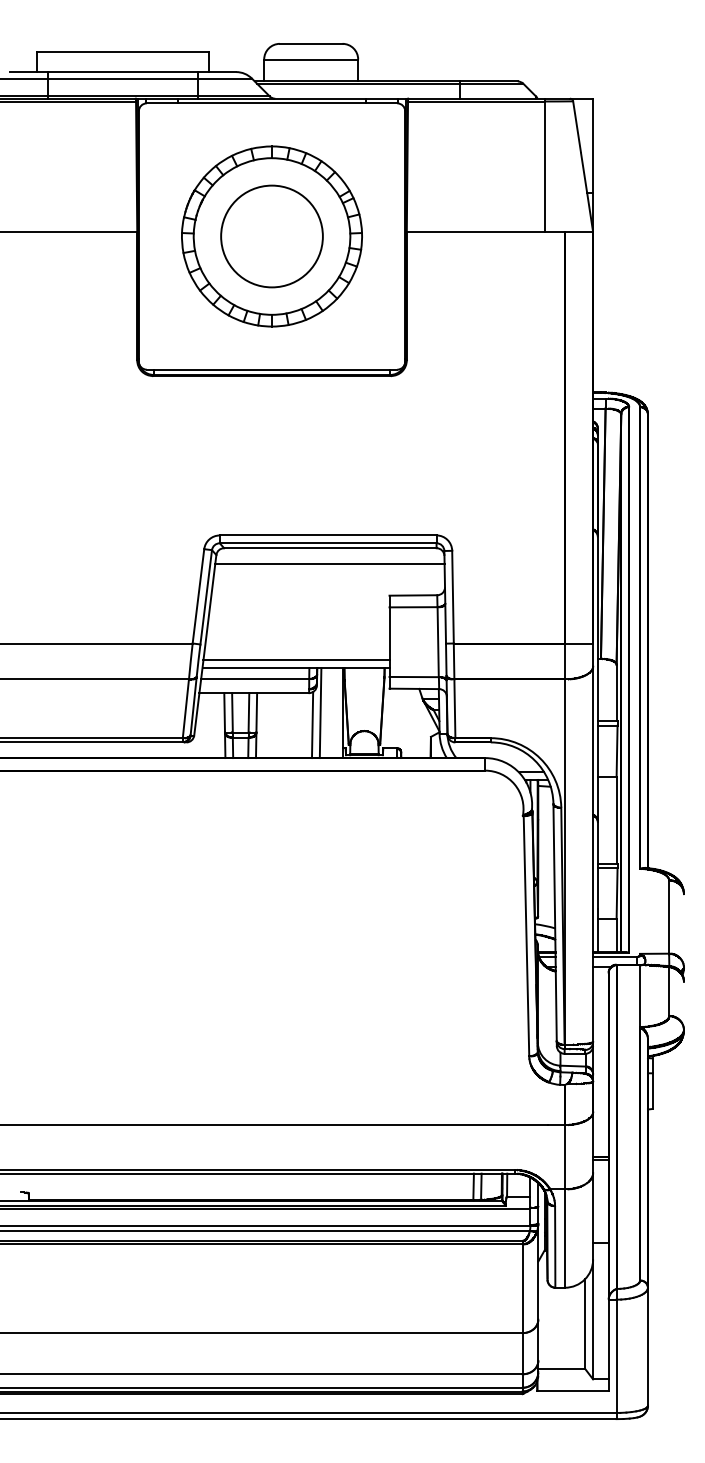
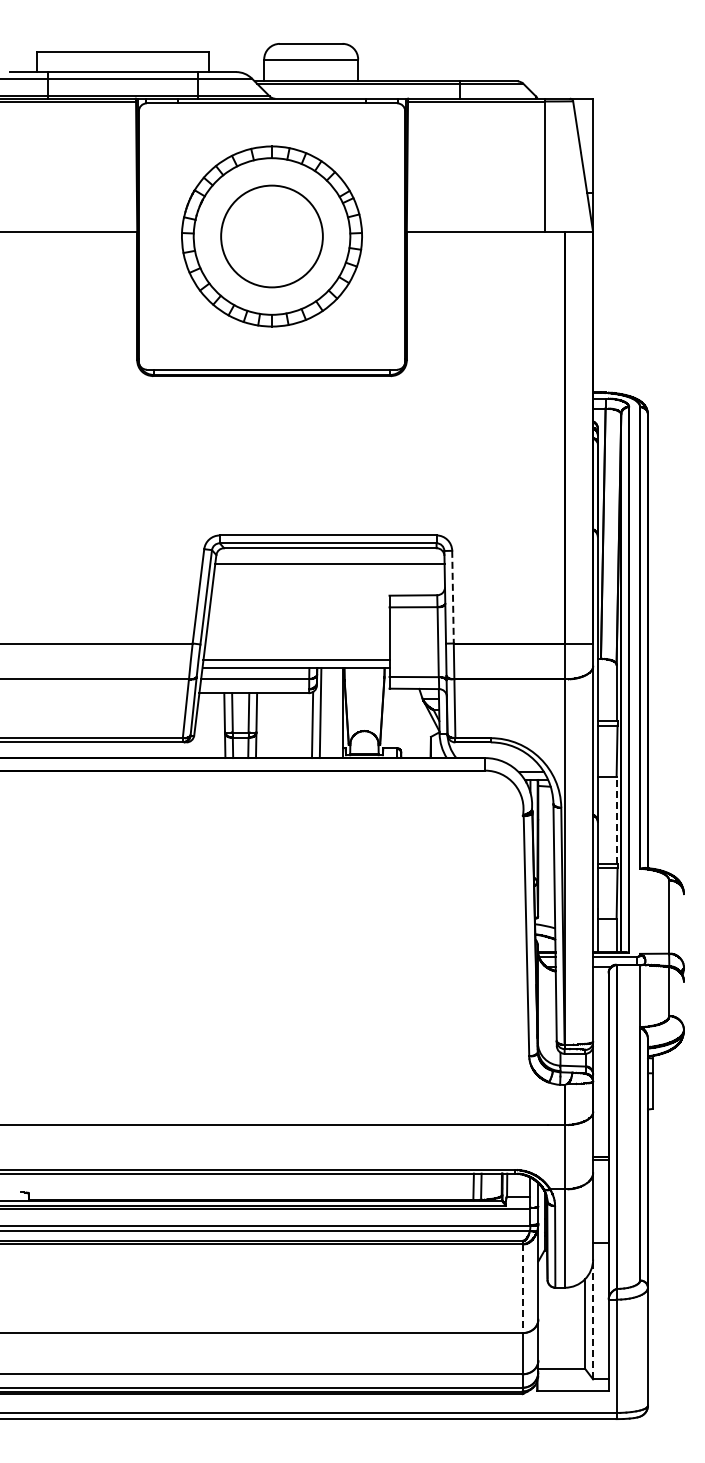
line at (453, 597): solid -> dashed
line at (616, 820): solid -> dashed
line at (522, 1289): solid -> dashed
line at (593, 1319): solid -> dashed
